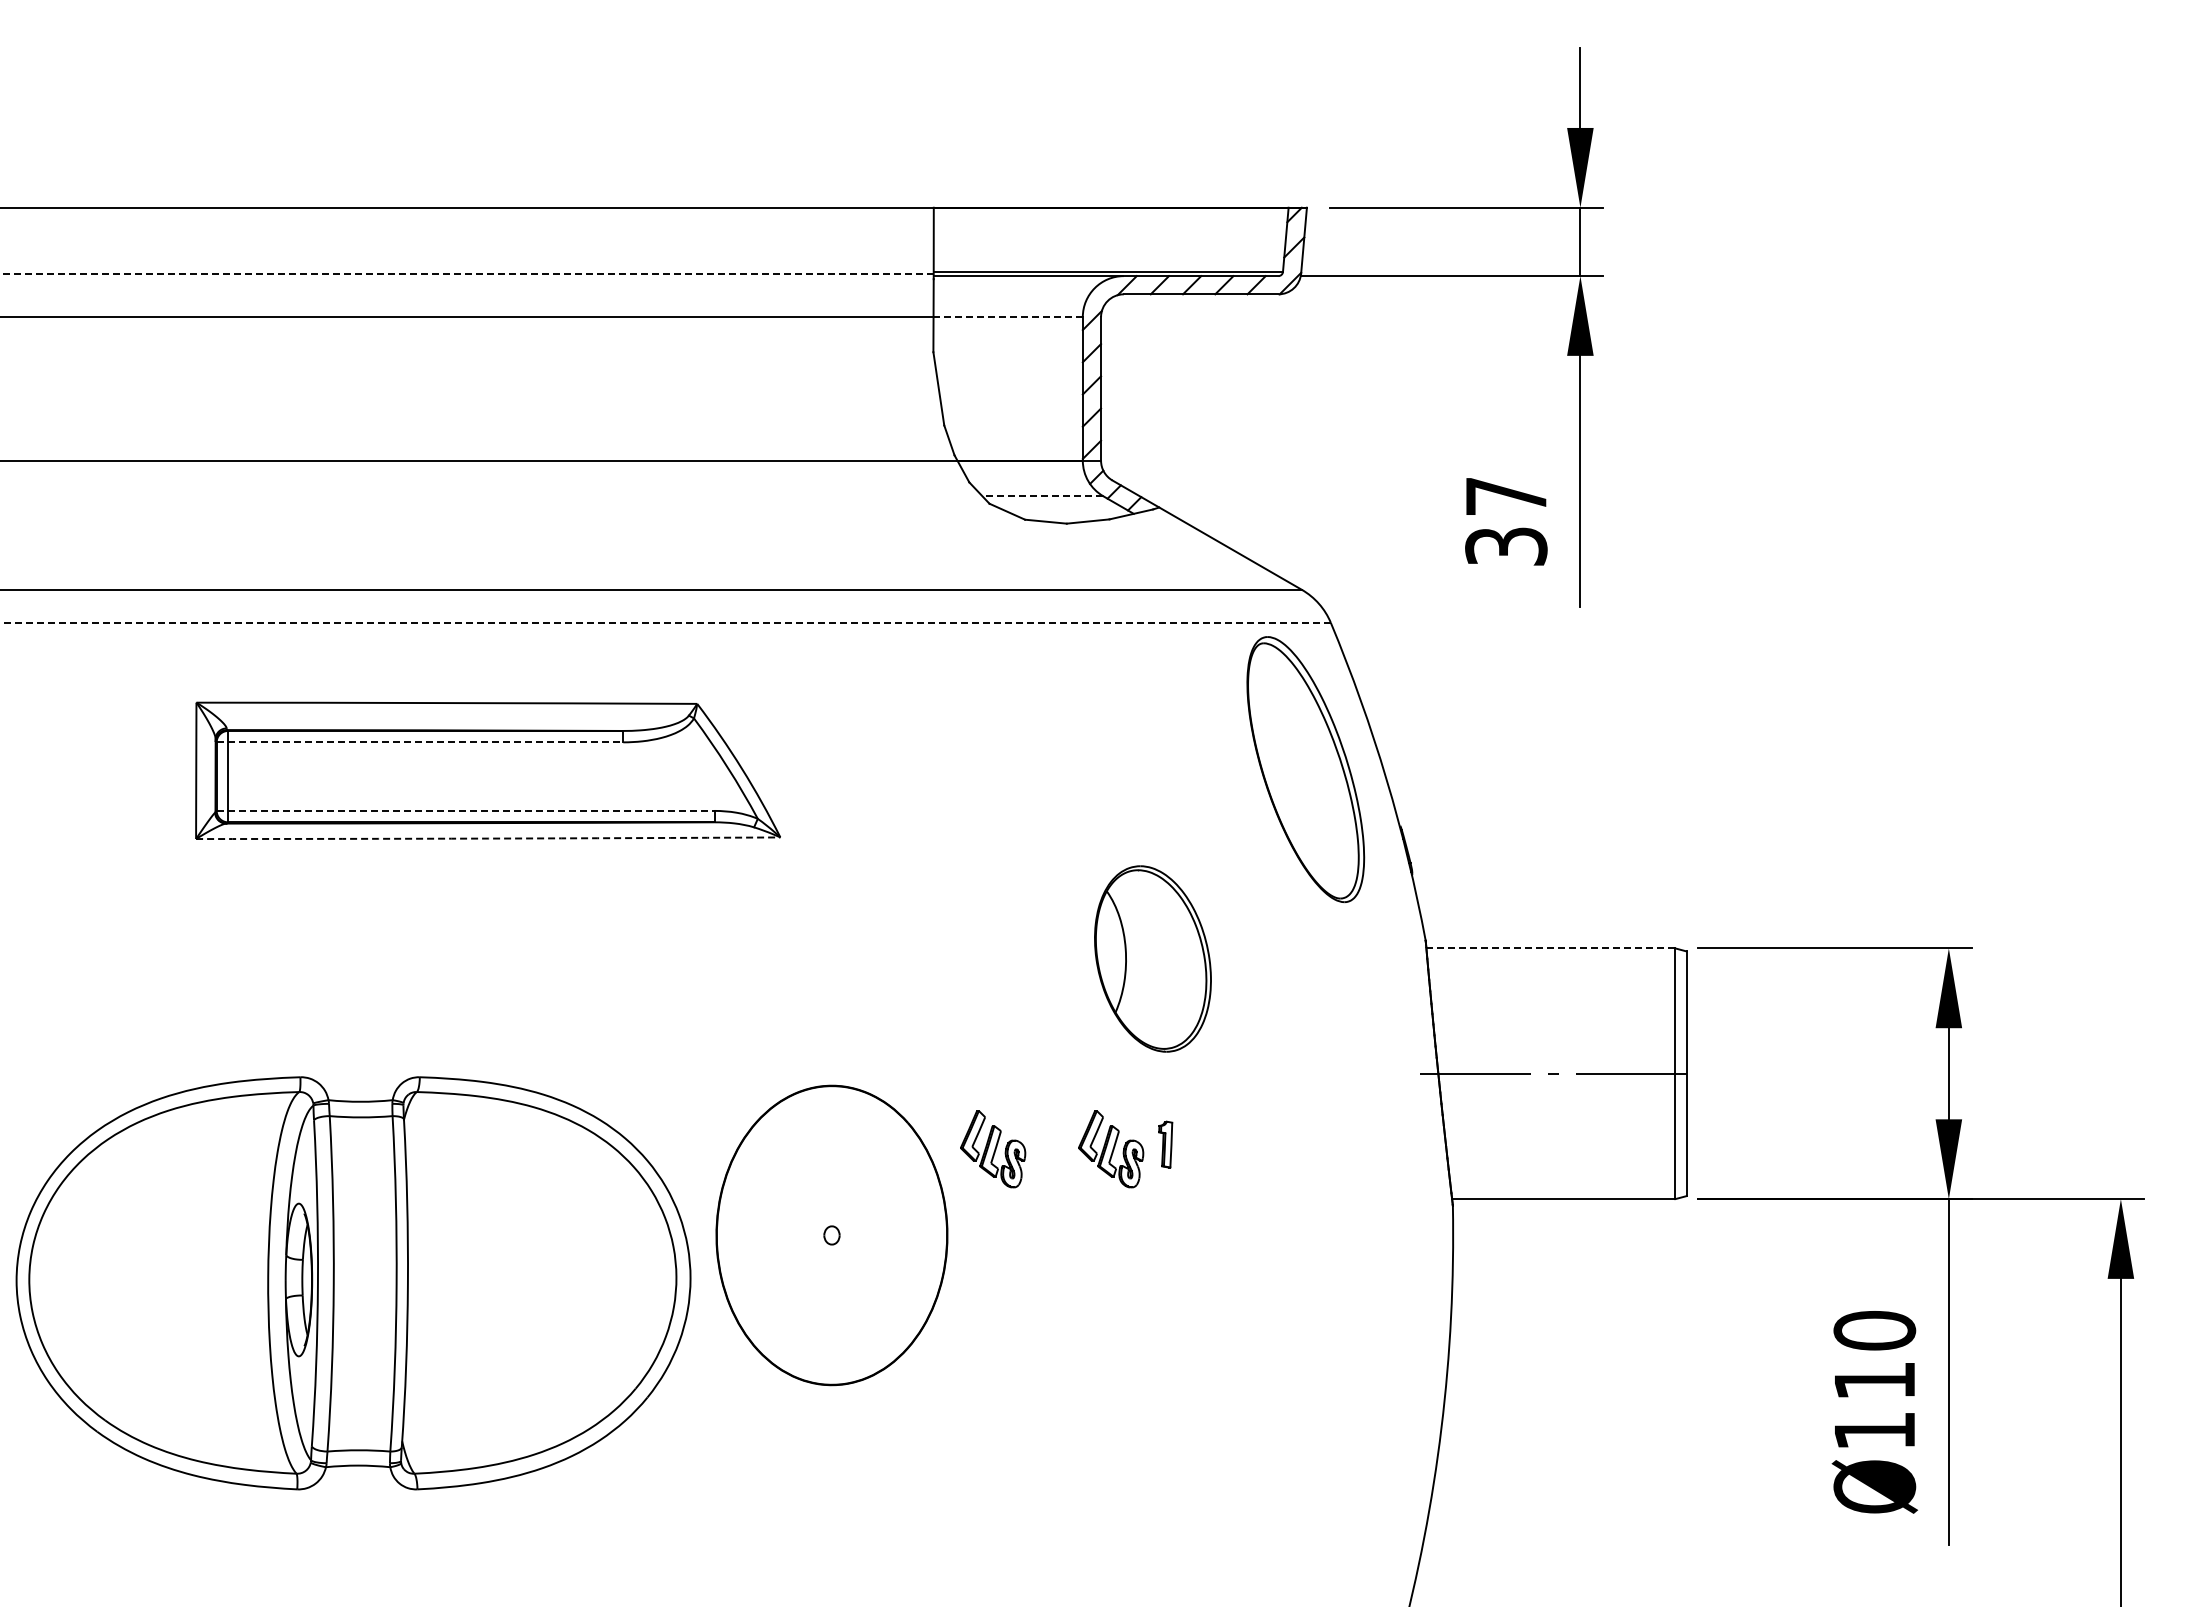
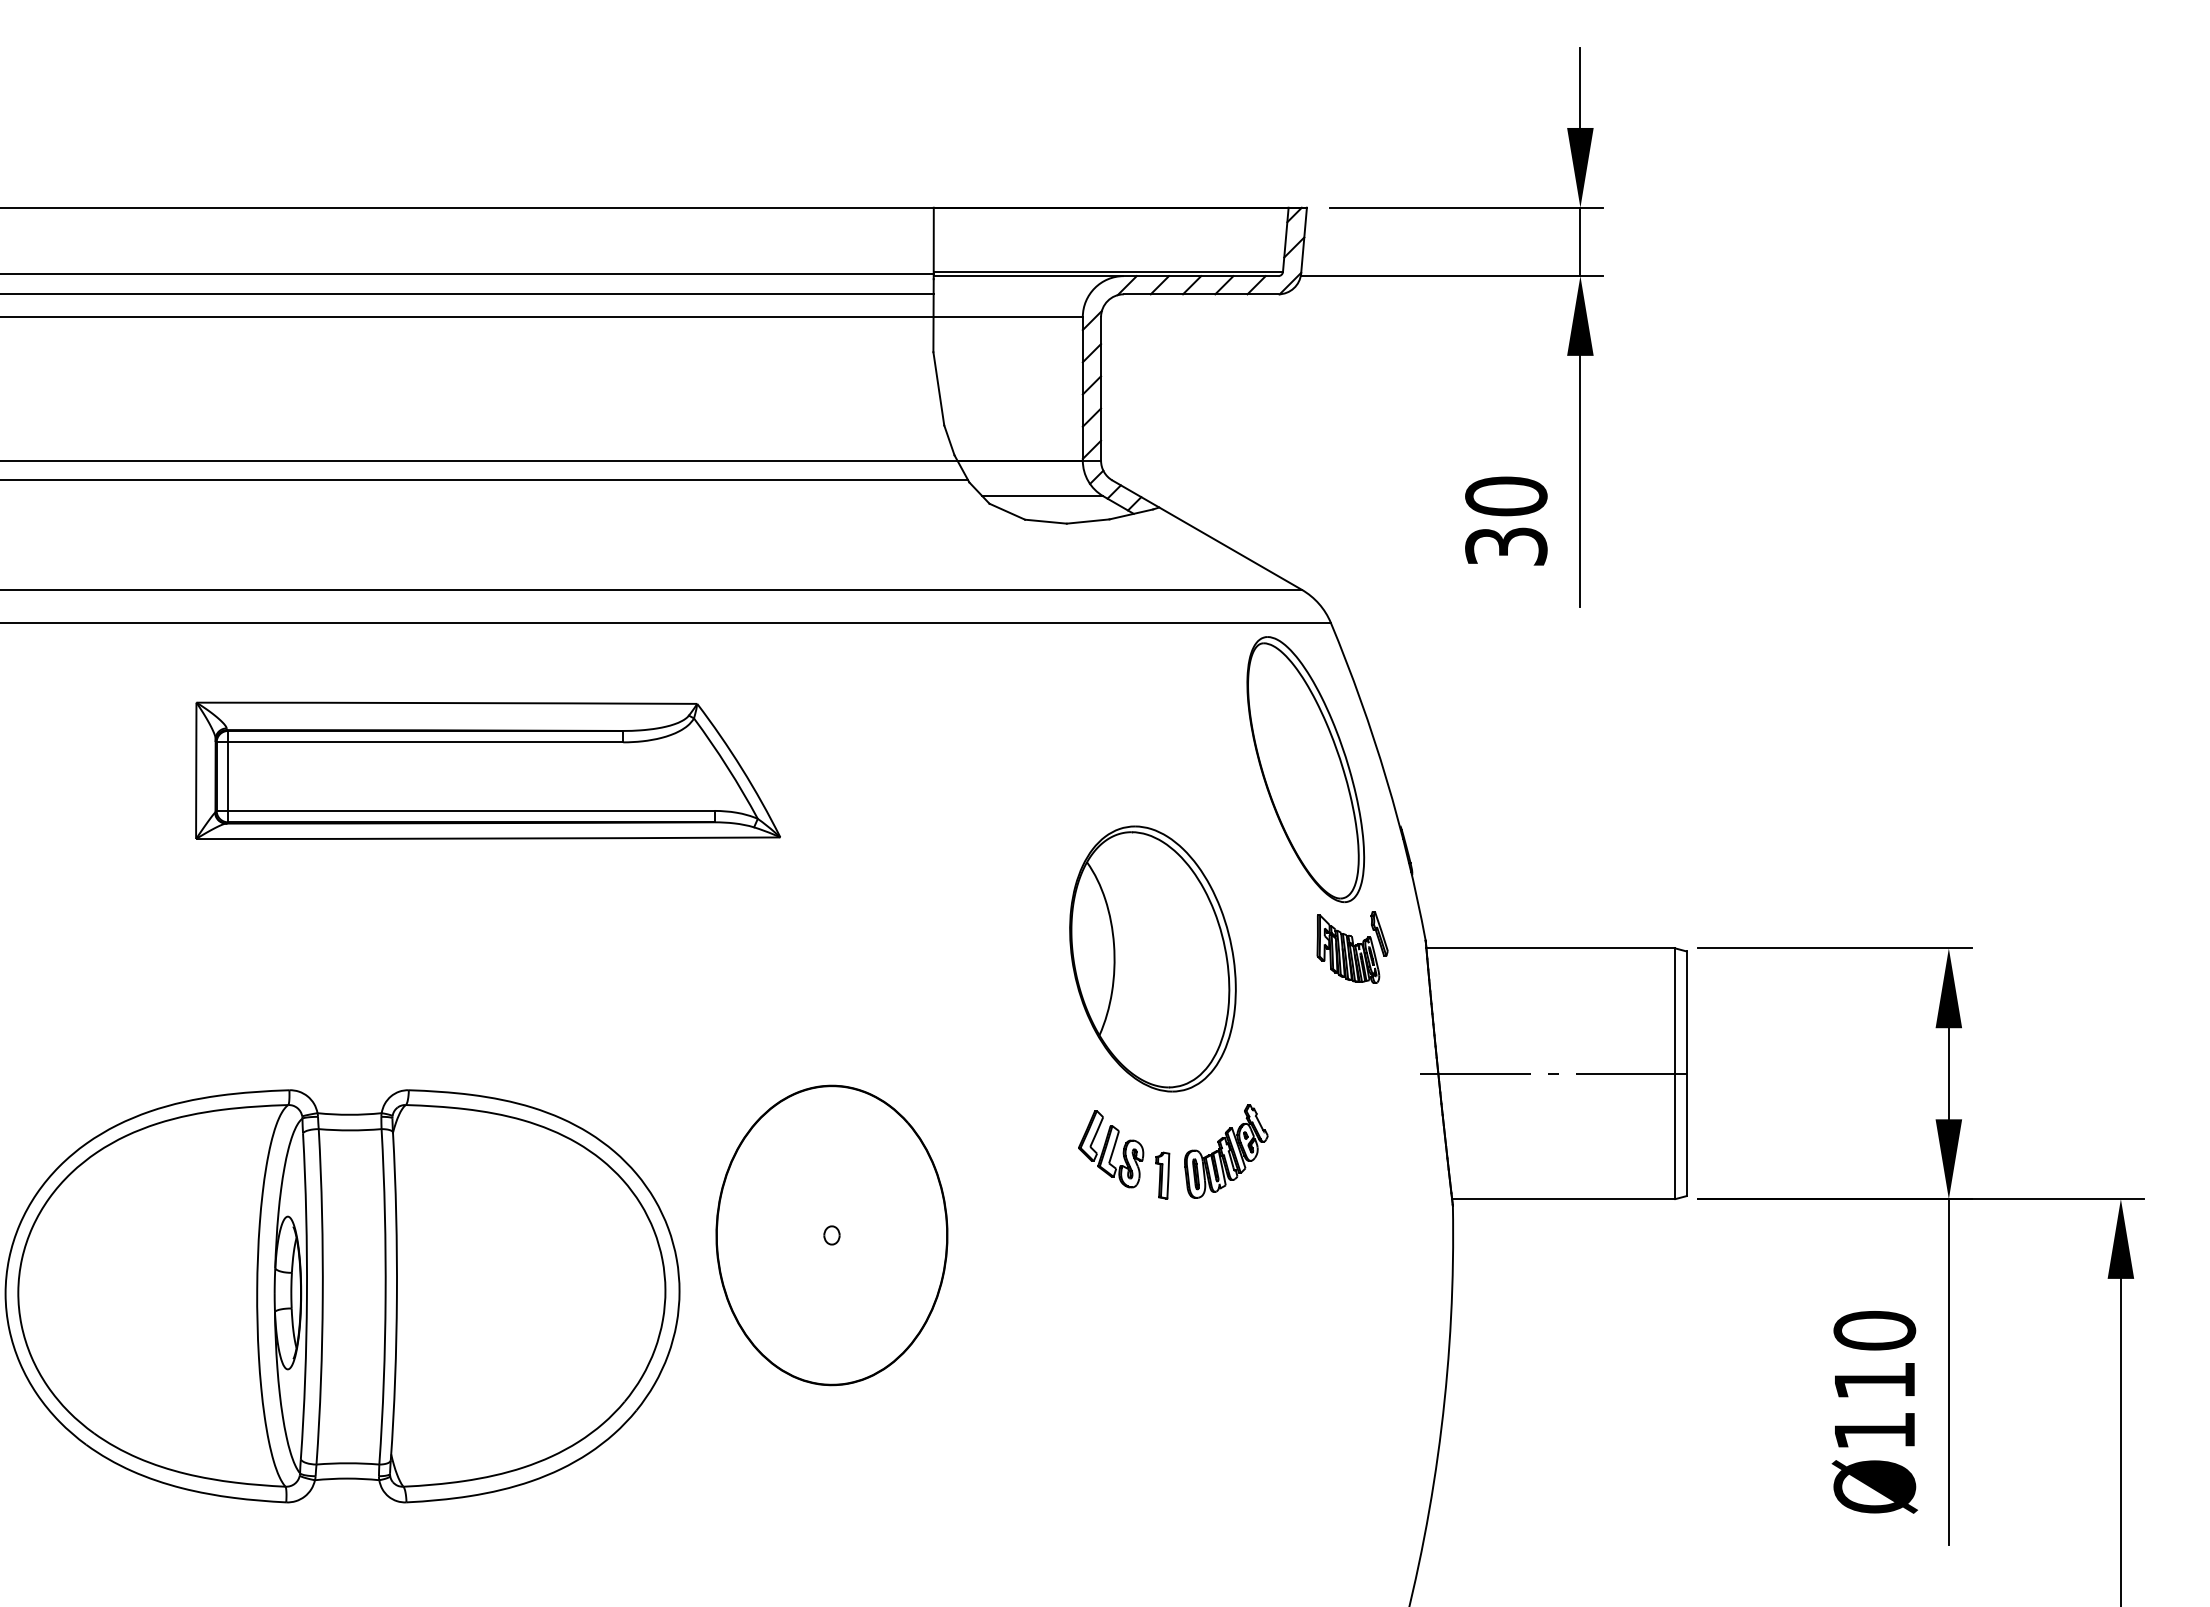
line at (466, 273): dashed -> solid
line at (467, 294): none -> present
line at (1008, 317): dashed -> solid
line at (485, 480): none -> present
line at (1042, 496): dashed -> solid
text at (1506, 496): 37 -> 30
line at (665, 622): dashed -> solid
line at (420, 742): dashed -> solid
line at (465, 810): dashed -> solid
arc at (488, 838): dashed -> solid
part at (1352, 947): none -> present
line at (1551, 948): dashed -> solid
part at (1152, 958) size: 118x188 px -> 168x268 px
part at (1165, 1144) position: (1165, 1144) -> (1162, 1175)
part at (993, 1149): present -> none
part at (1226, 1151): none -> present
part at (353, 1283) position: (353, 1283) -> (342, 1296)
